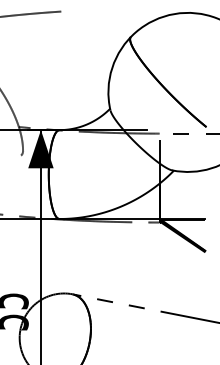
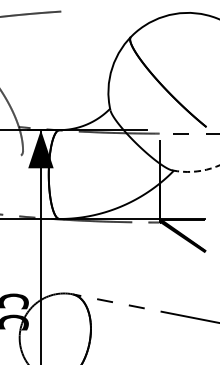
arc at (196, 171): solid -> dashed
